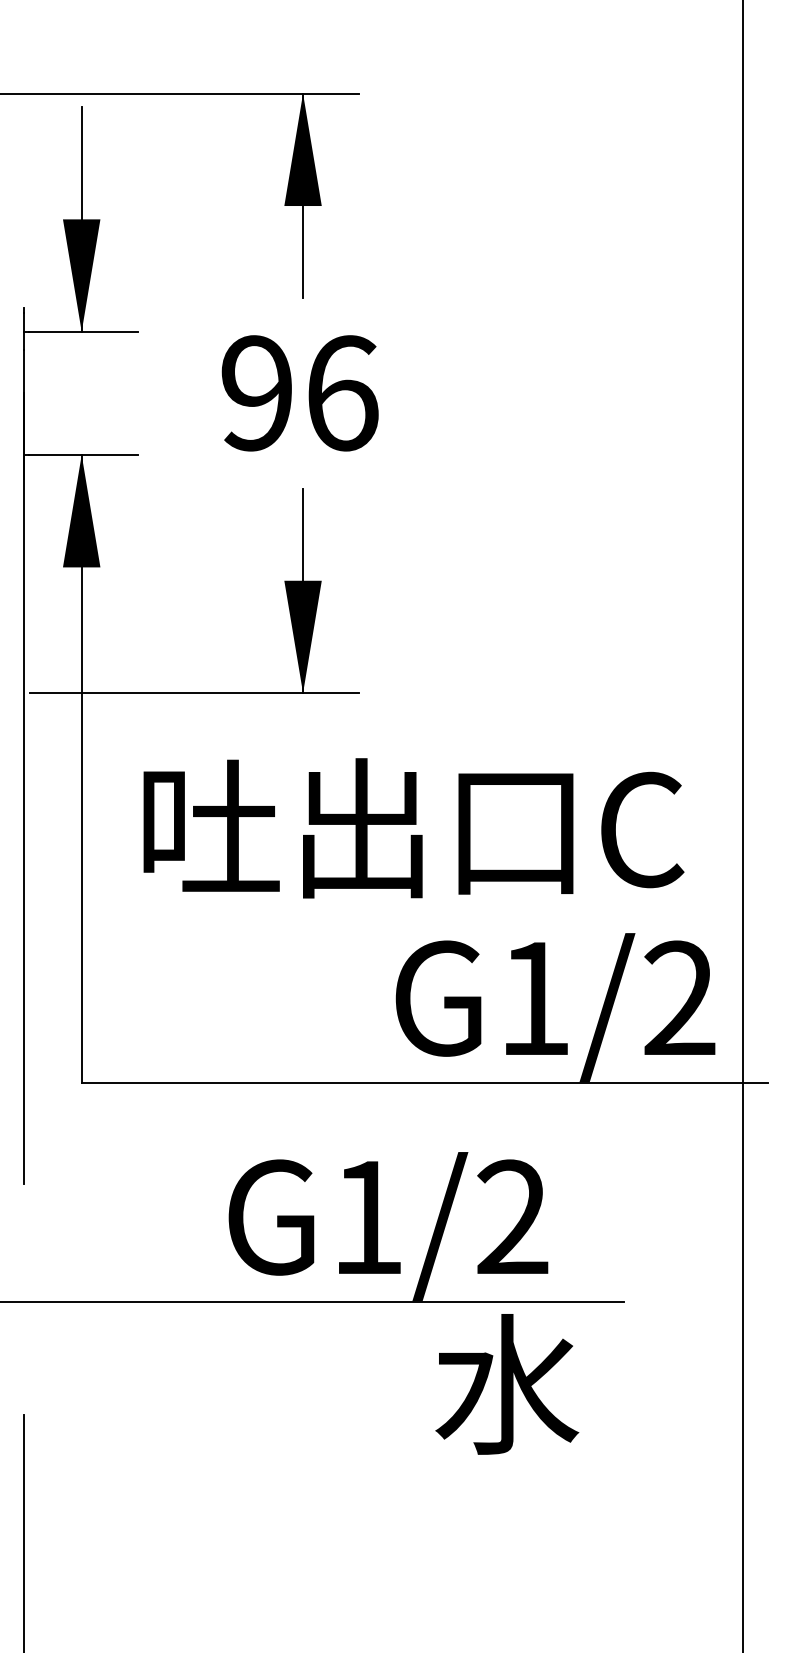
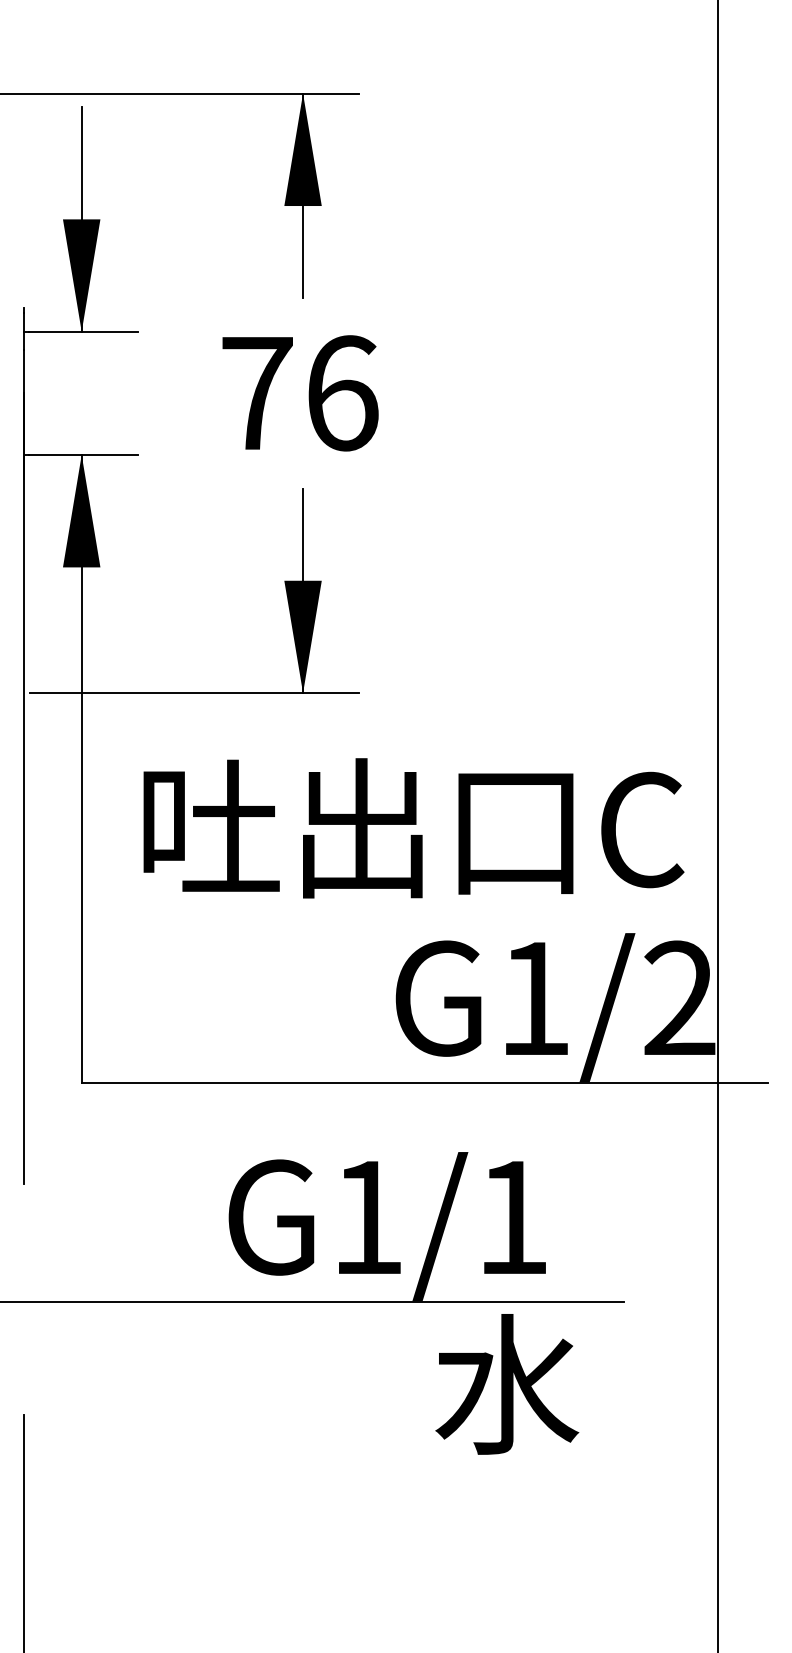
text at (256, 393): 96 -> 76
line at (742, 825) position: (742, 825) -> (717, 825)
text at (512, 1216): G1/2 -> G1/1
